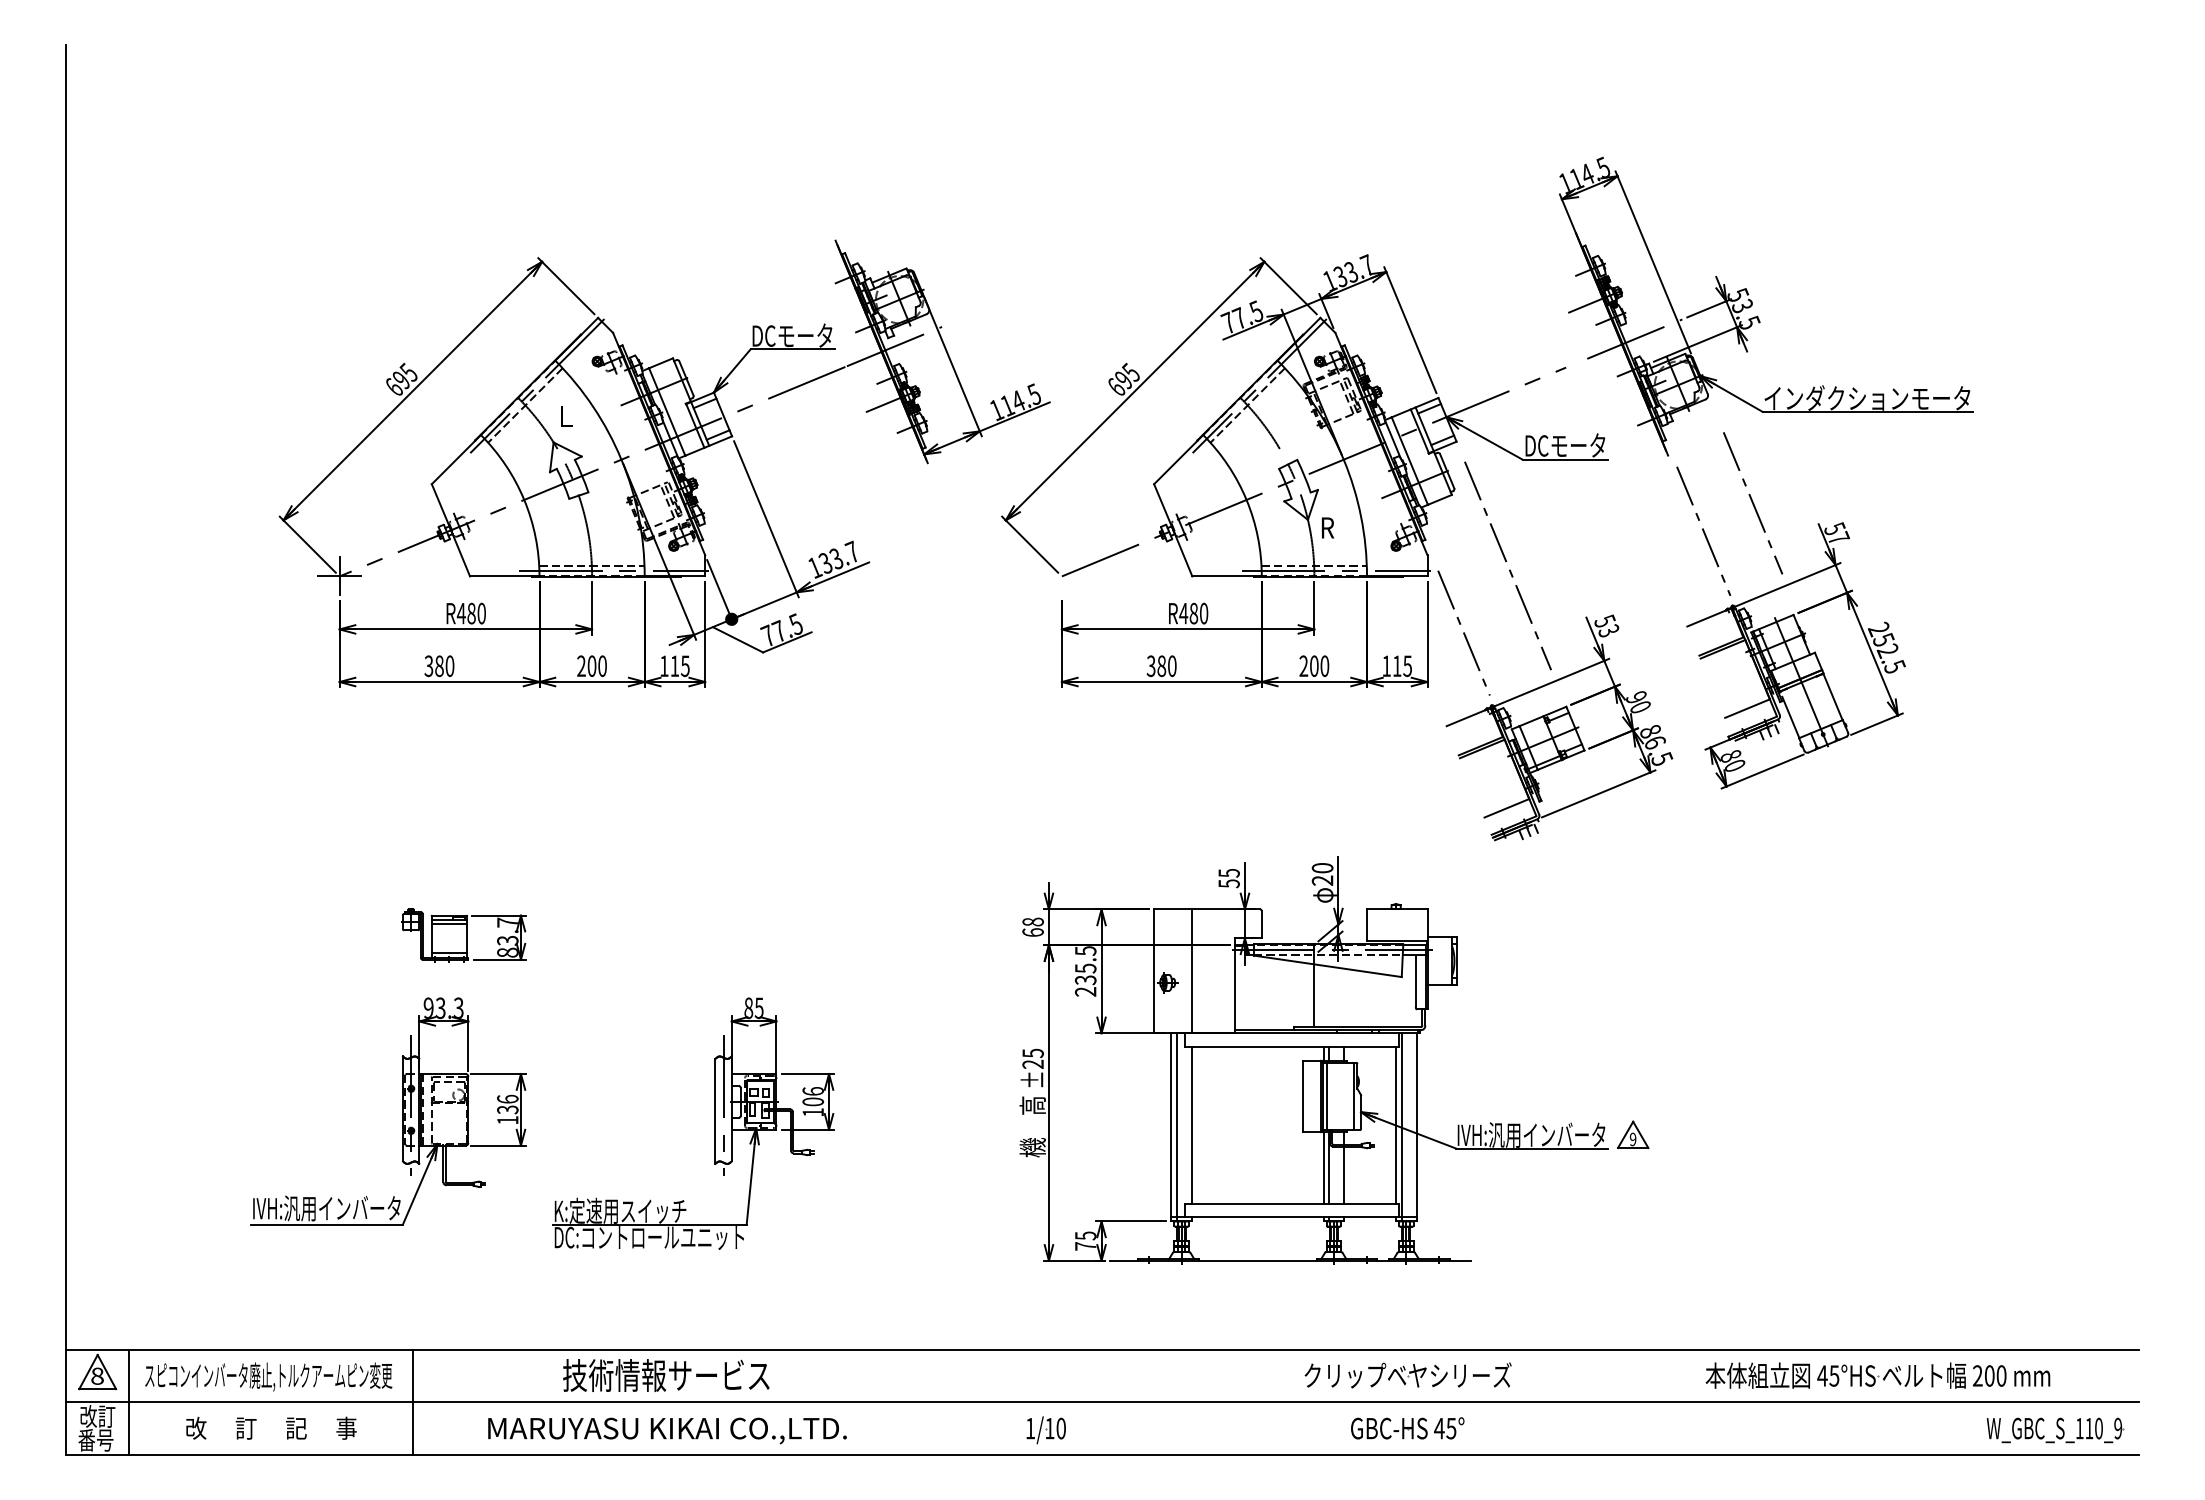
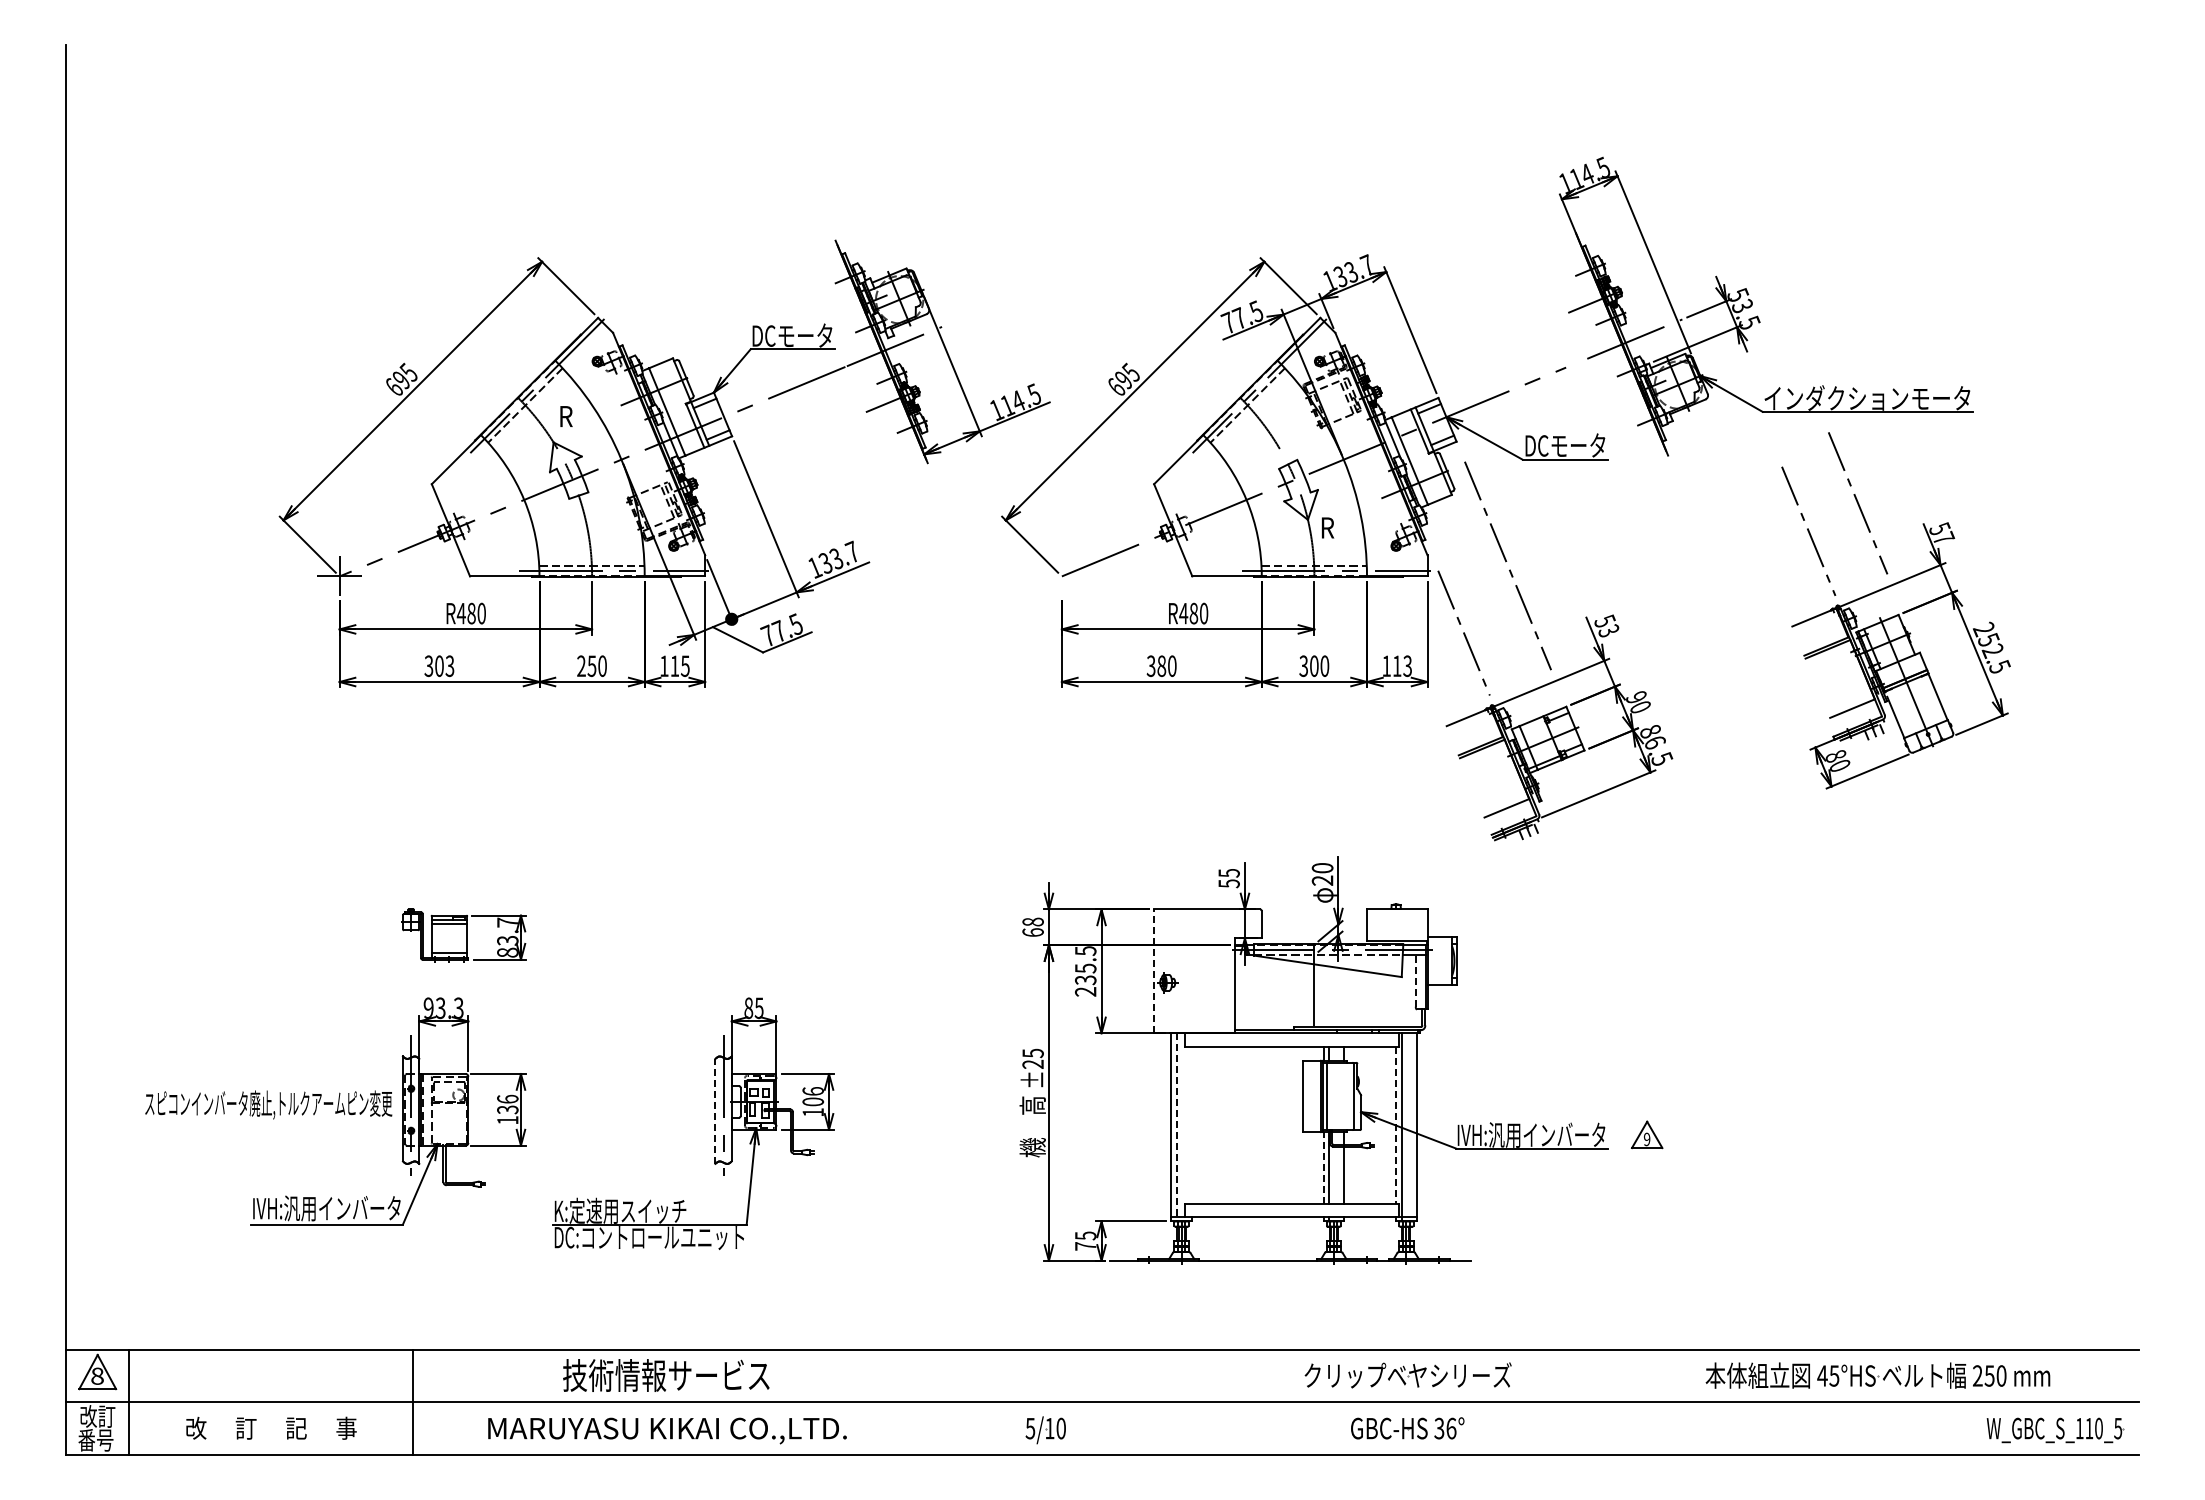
text at (566, 416): L -> R
part at (1790, 610) position: (1790, 610) -> (1895, 610)
text at (444, 665): 380 -> 303
text at (591, 665): 200 -> 250
text at (1407, 665): 115 -> 113
text at (1303, 666): 200 -> 300
line at (1154, 971): solid -> dashed
line at (1192, 971): present -> none
line at (1415, 981): solid -> dashed
line at (715, 1110): solid -> dashed
line at (1191, 1124): present -> none
line at (1396, 1125): solid -> dashed
line at (1177, 1127): solid -> dashed
part at (1633, 1134) position: (1633, 1134) -> (1647, 1134)
line at (1323, 1167): solid -> dashed
text at (1989, 1375): 200 -> 250
text at (268, 1376) position: (268, 1376) -> (268, 1104)
text at (1030, 1428): 1/10 -> 5/10
text at (1445, 1428): 45° -> 36°
text at (2118, 1428): W_GBC_S_110_9 -> W_GBC_S_110_5
